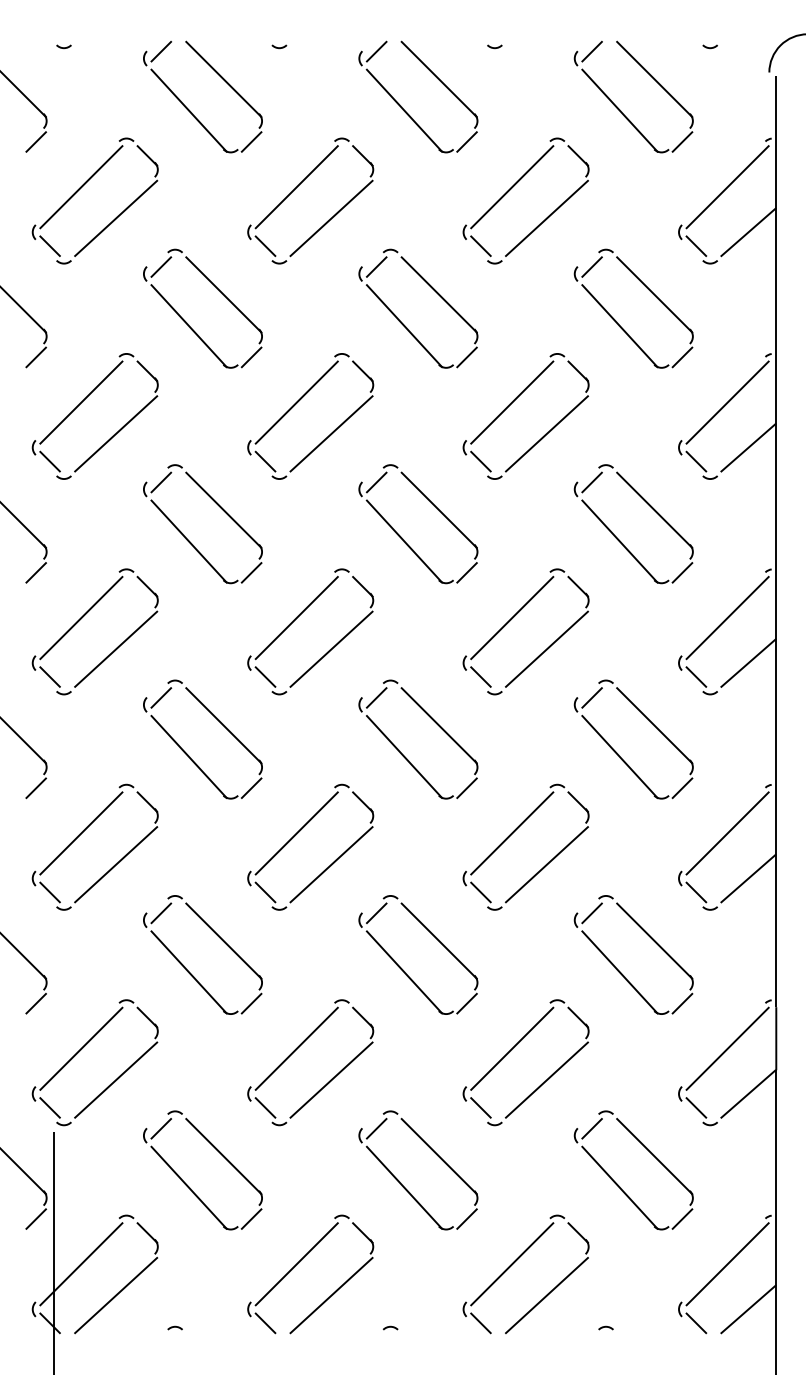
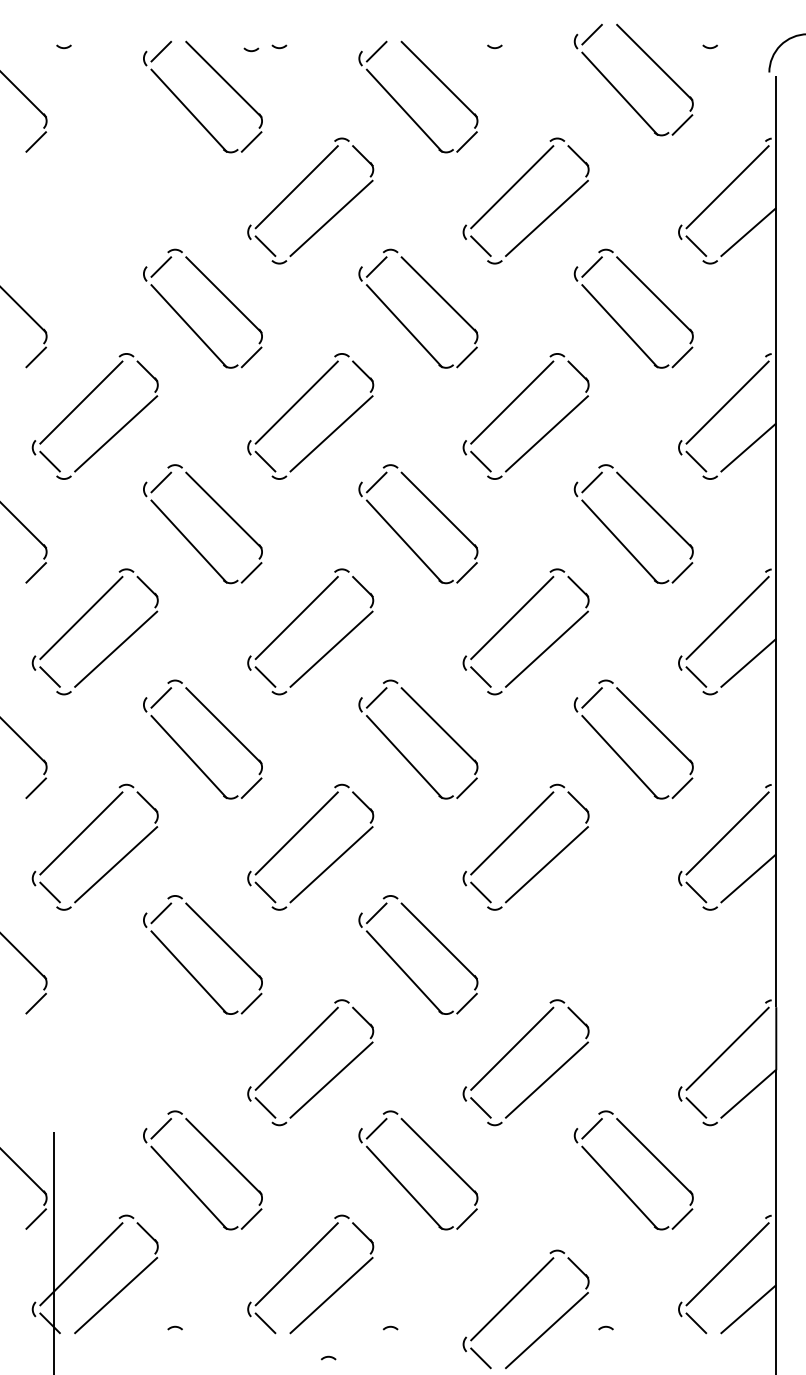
arc at (251, 50): none -> present
part at (620, 109) position: (620, 109) -> (620, 92)
part at (82, 187): present -> none
part at (618, 969): present -> none
part at (82, 1049): present -> none
part at (514, 1263) position: (514, 1263) -> (514, 1298)
arc at (328, 1357): none -> present
